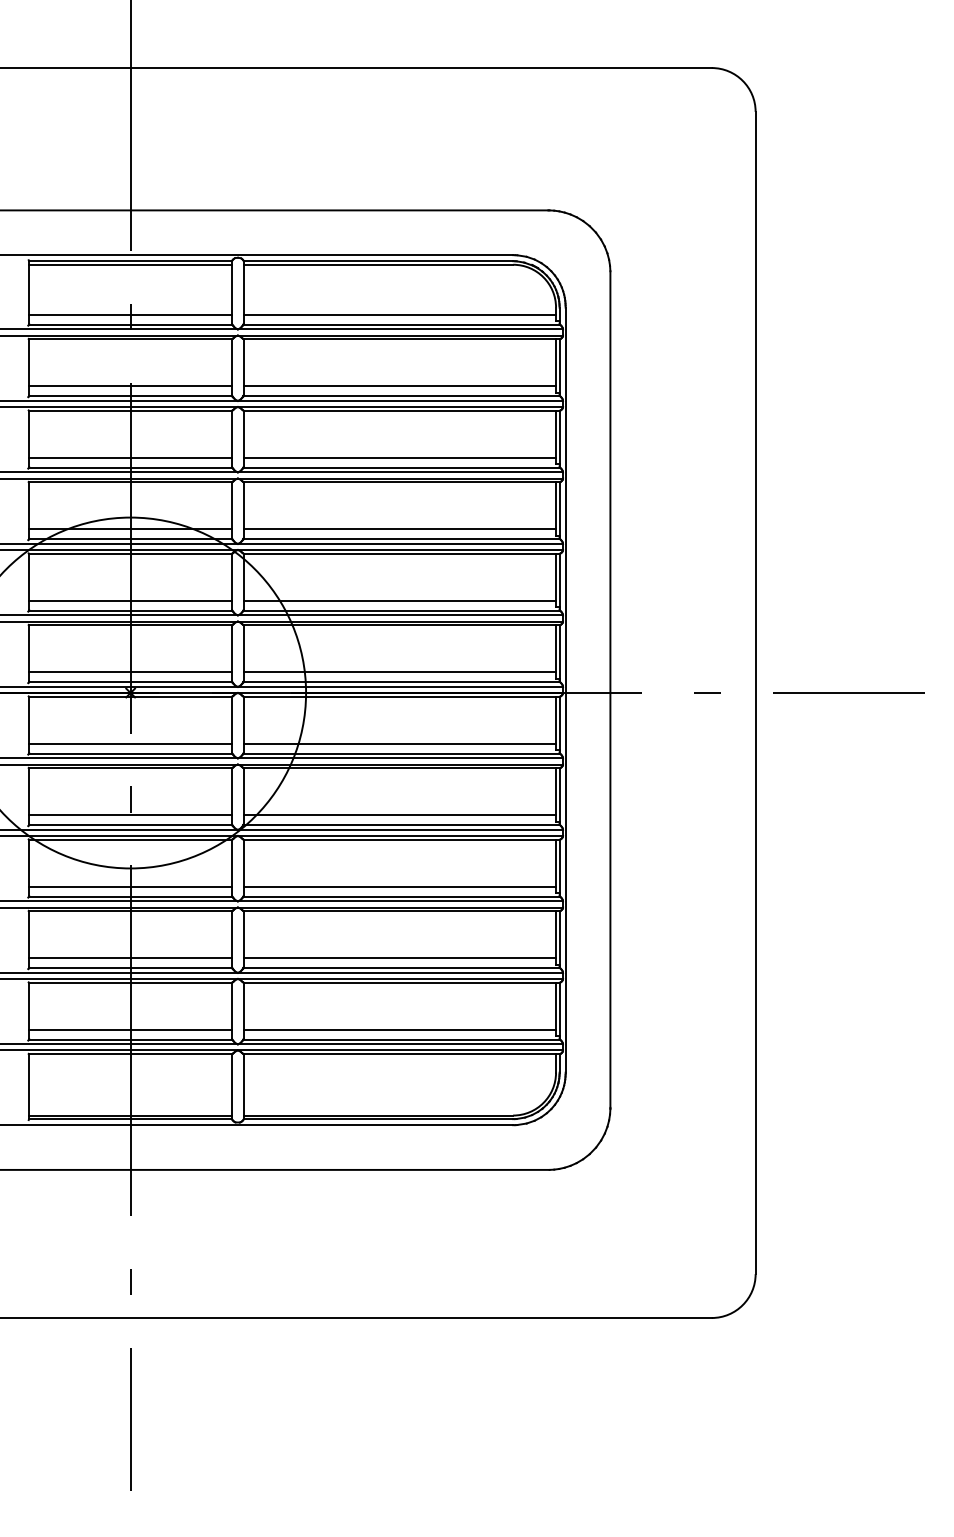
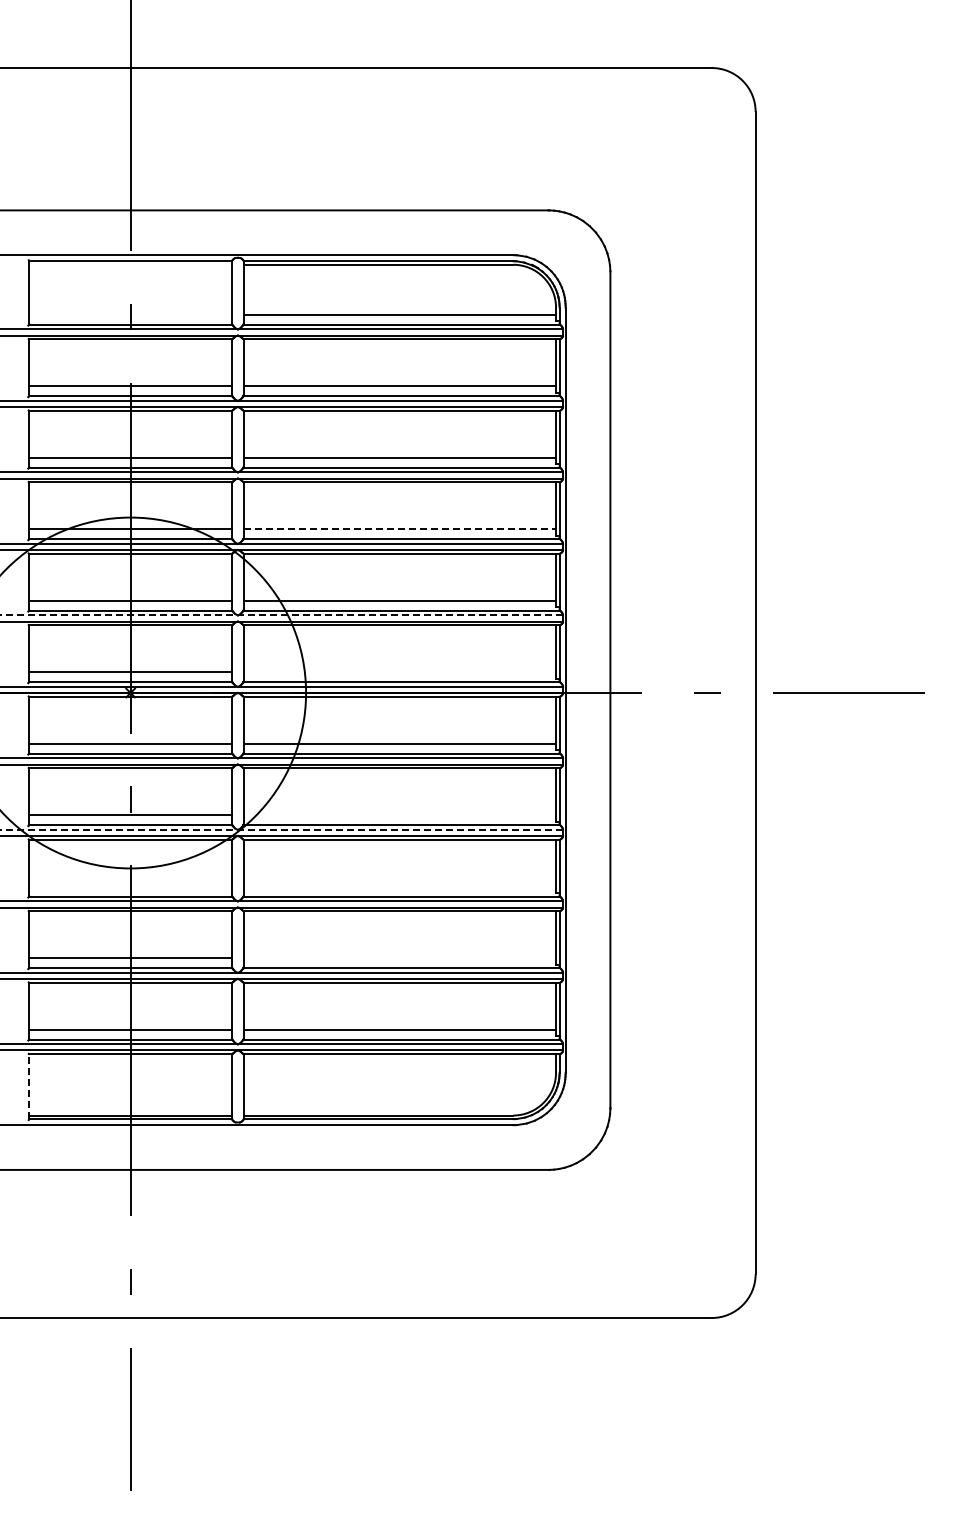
line at (130, 264): present -> none
line at (130, 314): present -> none
line at (400, 529): solid -> dashed
line at (281, 615): solid -> dashed
line at (399, 672): present -> none
line at (399, 815): present -> none
line at (281, 829): solid -> dashed
line at (130, 886): present -> none
line at (399, 886): present -> none
line at (399, 958): present -> none
line at (29, 1086): solid -> dashed
